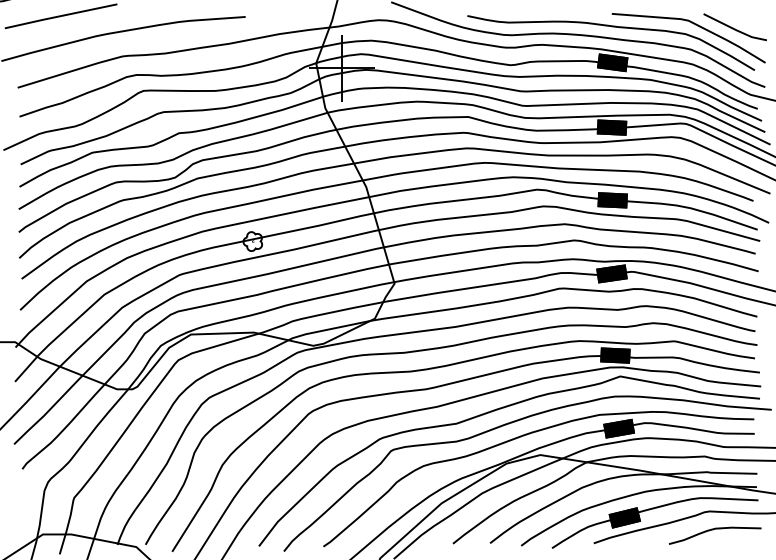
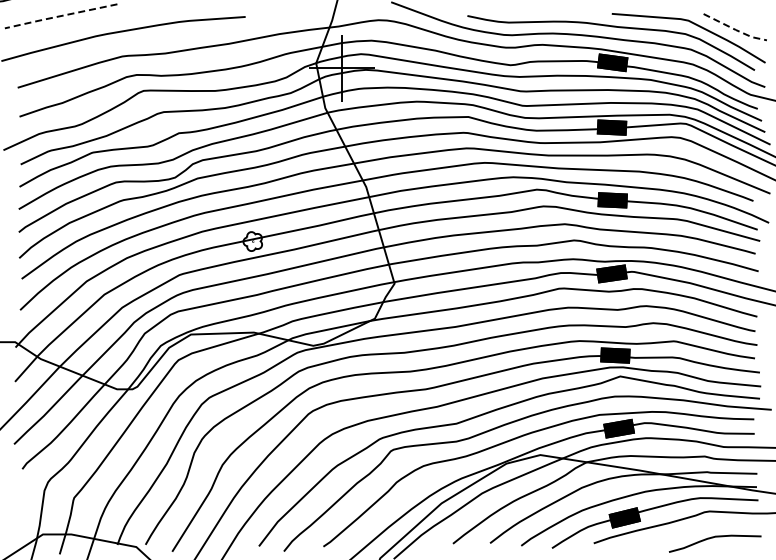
line at (60, 16): solid -> dashed
line at (735, 30): solid -> dashed
curve at (713, 530) position: (713, 530) -> (713, 538)
